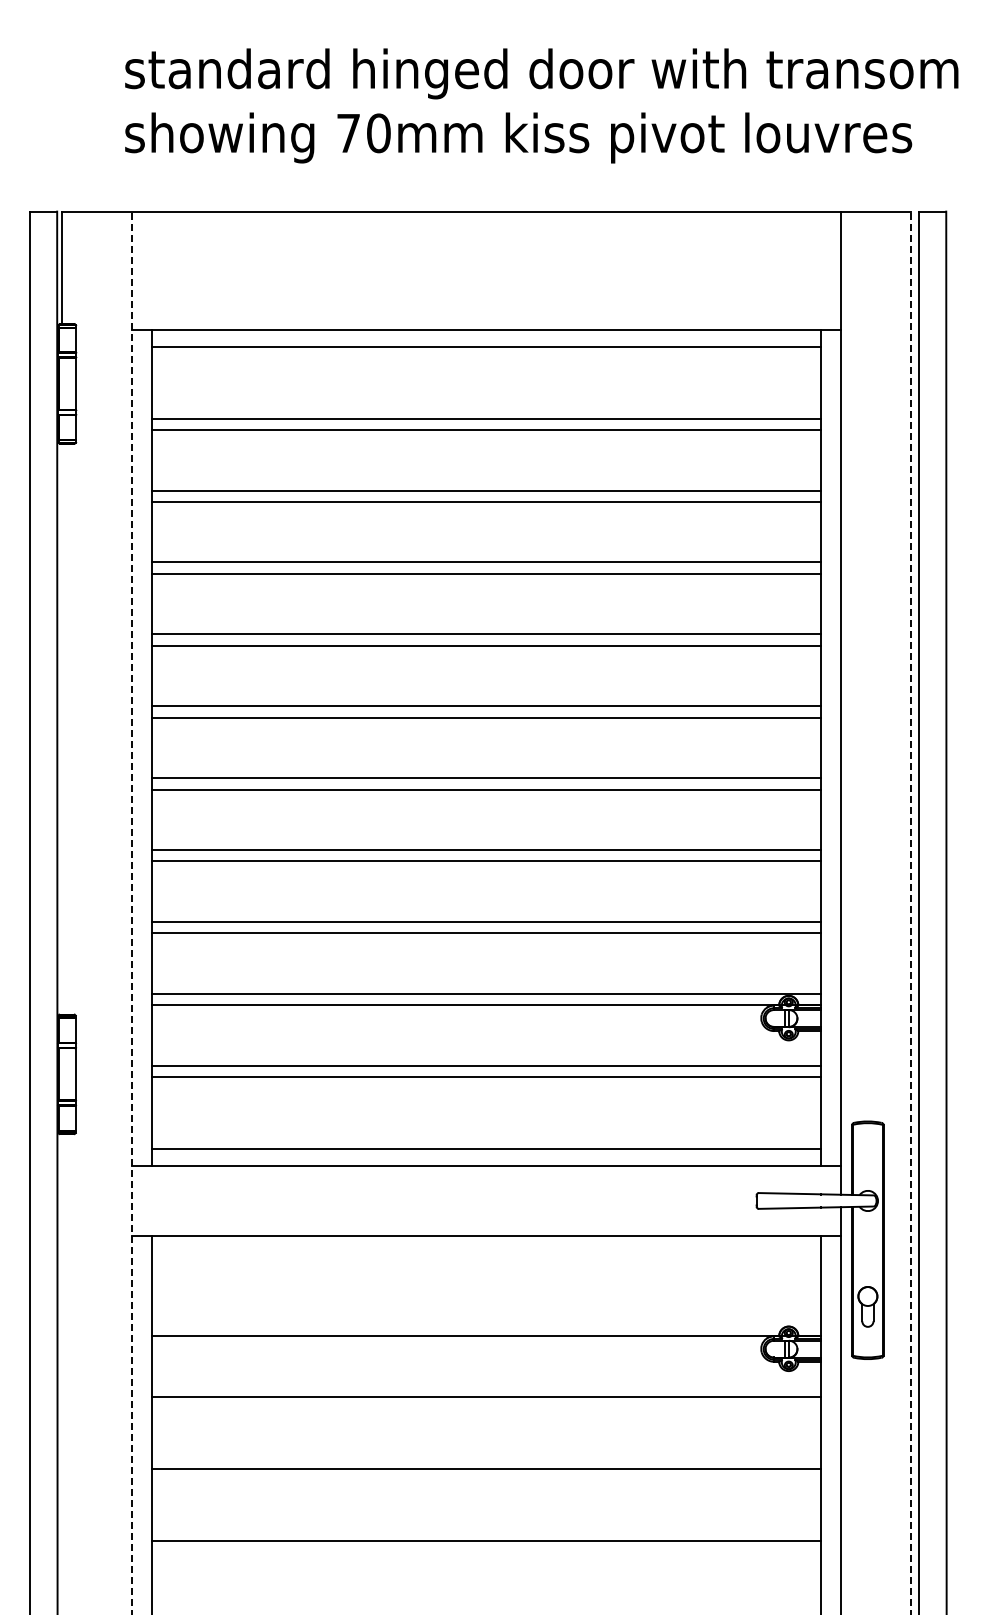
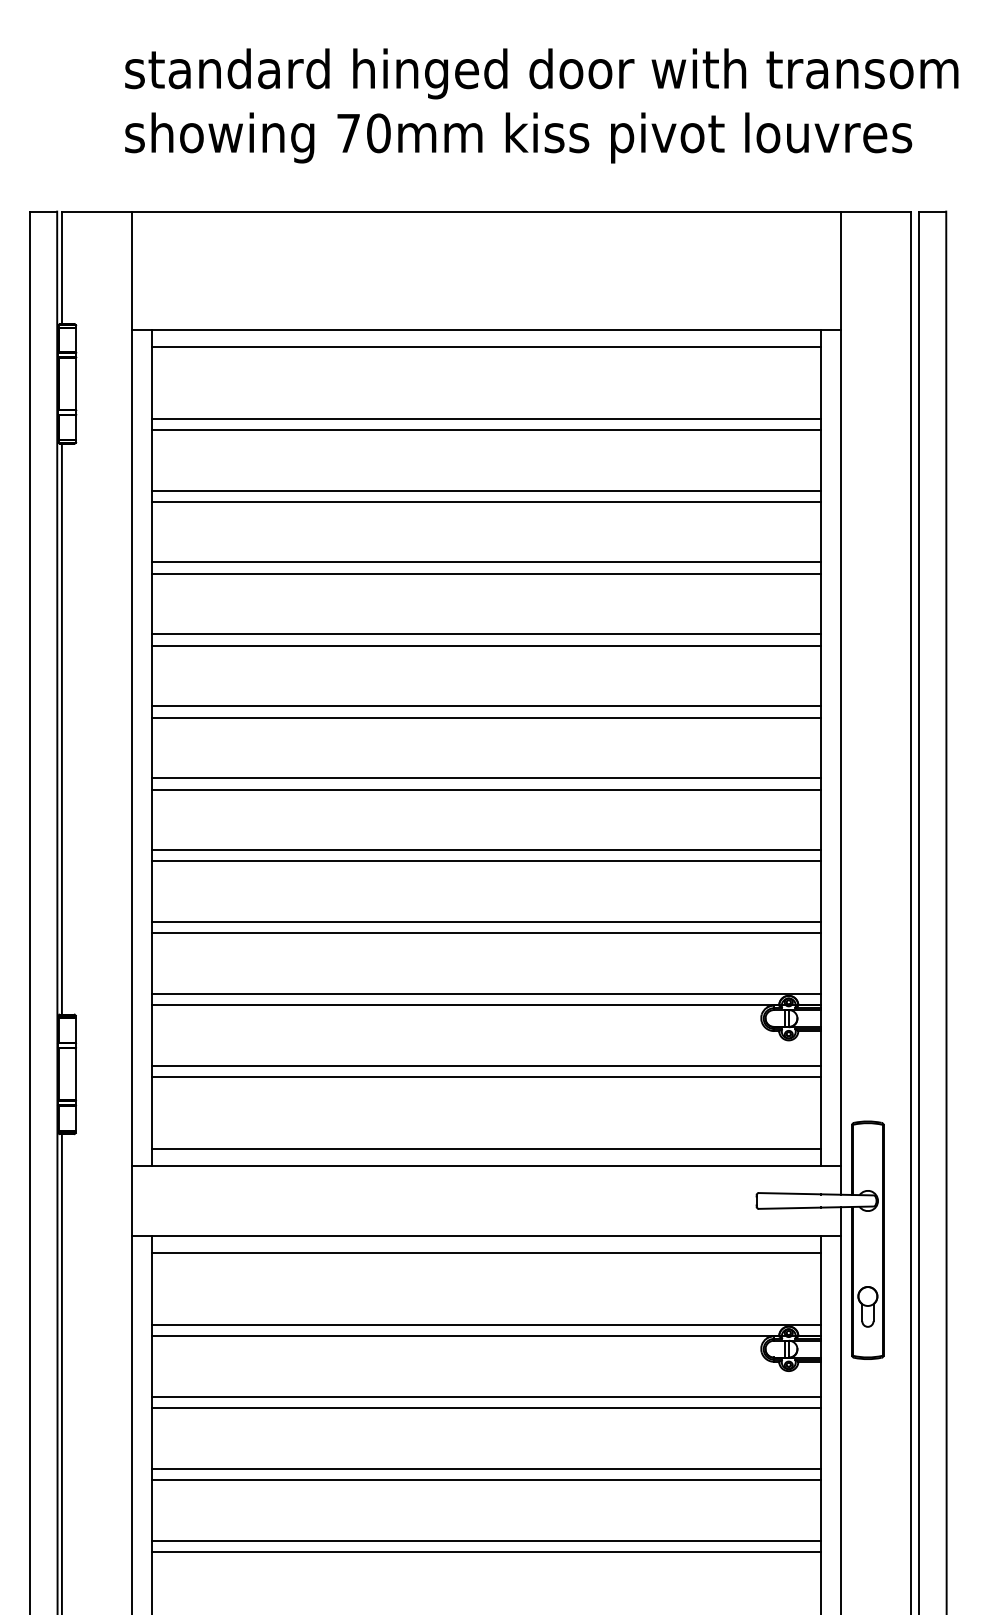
line at (61, 728): none -> present
line at (131, 912): dashed -> solid
line at (910, 912): dashed -> solid
line at (486, 1253): none -> present
line at (486, 1324): none -> present
line at (61, 1372): none -> present
line at (486, 1408): none -> present
line at (486, 1480): none -> present
line at (486, 1552): none -> present
